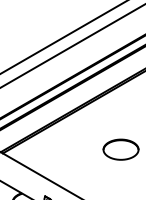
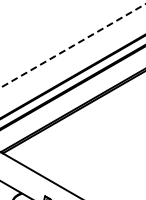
line at (63, 37): present -> none
line at (72, 46): solid -> dashed
part at (120, 149): present -> none
